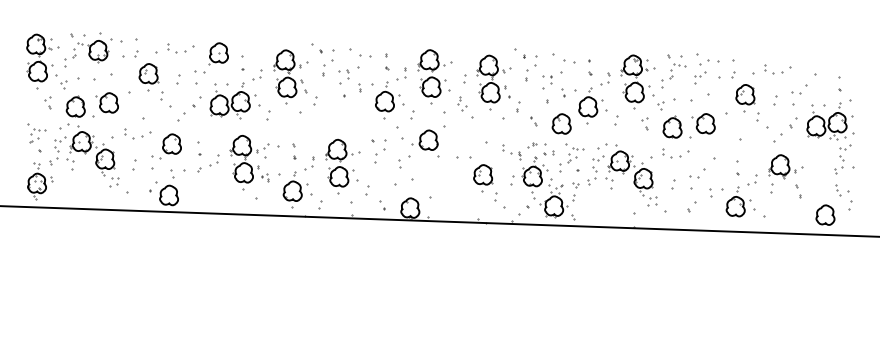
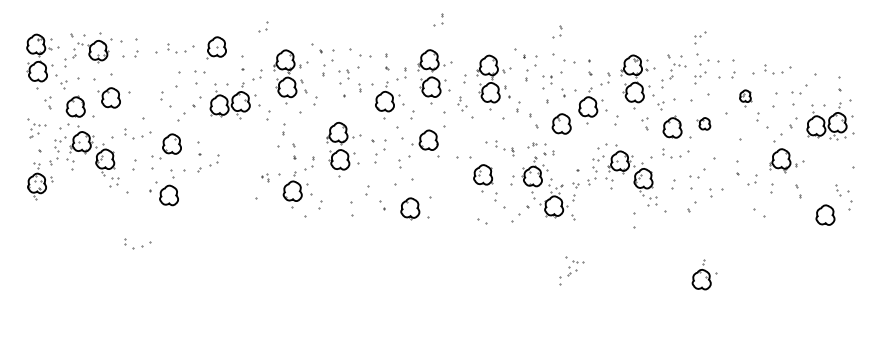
part at (438, 19): none -> present
part at (263, 26): none -> present
part at (557, 31): none -> present
part at (700, 37): none -> present
part at (218, 53) position: (218, 53) -> (216, 47)
part at (148, 77): present -> none
part at (178, 79) size: 5x11 px -> 6x17 px
part at (745, 98) size: 21x29 px -> 14x19 px
part at (775, 100) size: 5x11 px -> 6x16 px
part at (106, 102) position: (106, 102) -> (108, 97)
part at (533, 121) size: 8x11 px -> 10x16 px
part at (703, 123) size: 25x22 px -> 16x14 px
part at (283, 129): none -> present
part at (36, 133) position: (36, 133) -> (36, 128)
part at (511, 152) position: (511, 152) -> (504, 148)
part at (571, 157) position: (571, 157) -> (571, 270)
part at (842, 159): present -> none
part at (249, 162): present -> none
part at (342, 166) position: (342, 166) -> (343, 149)
part at (785, 166) position: (785, 166) -> (786, 160)
part at (738, 201) position: (738, 201) -> (704, 274)
line at (439, 221): present -> none
part at (137, 243): none -> present
